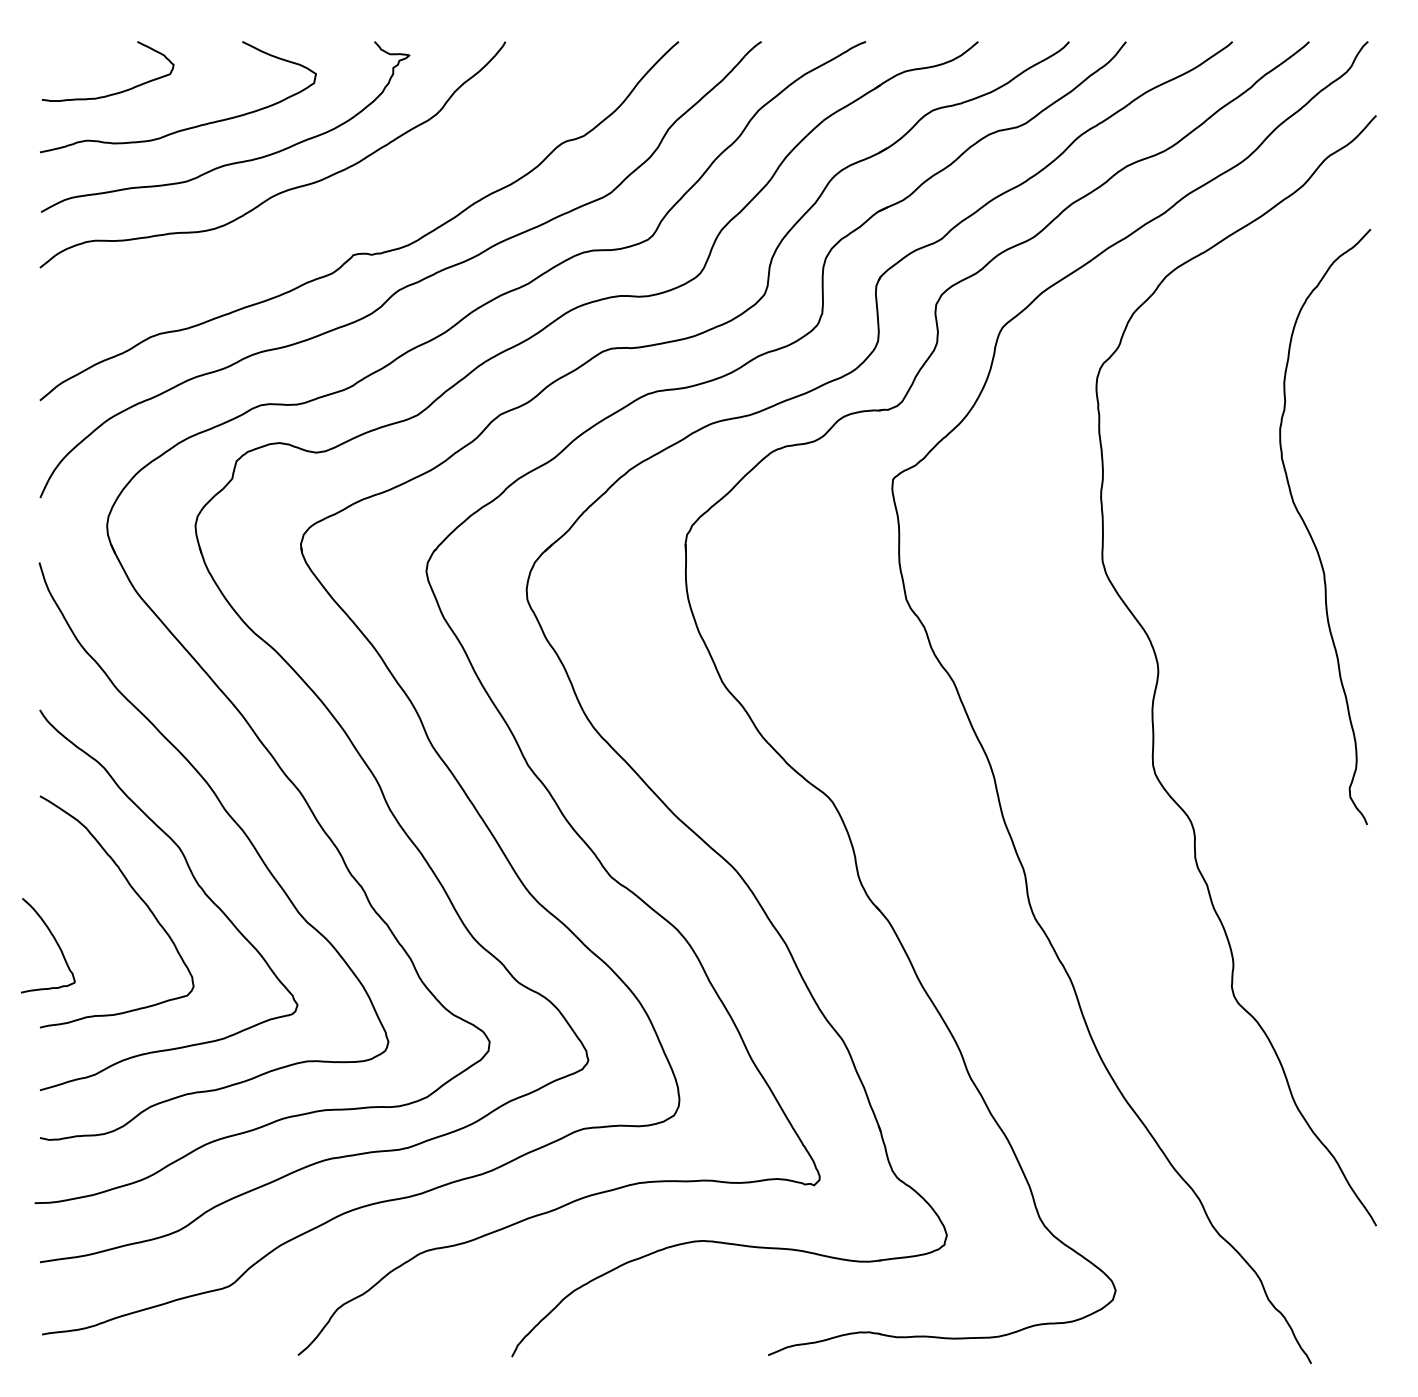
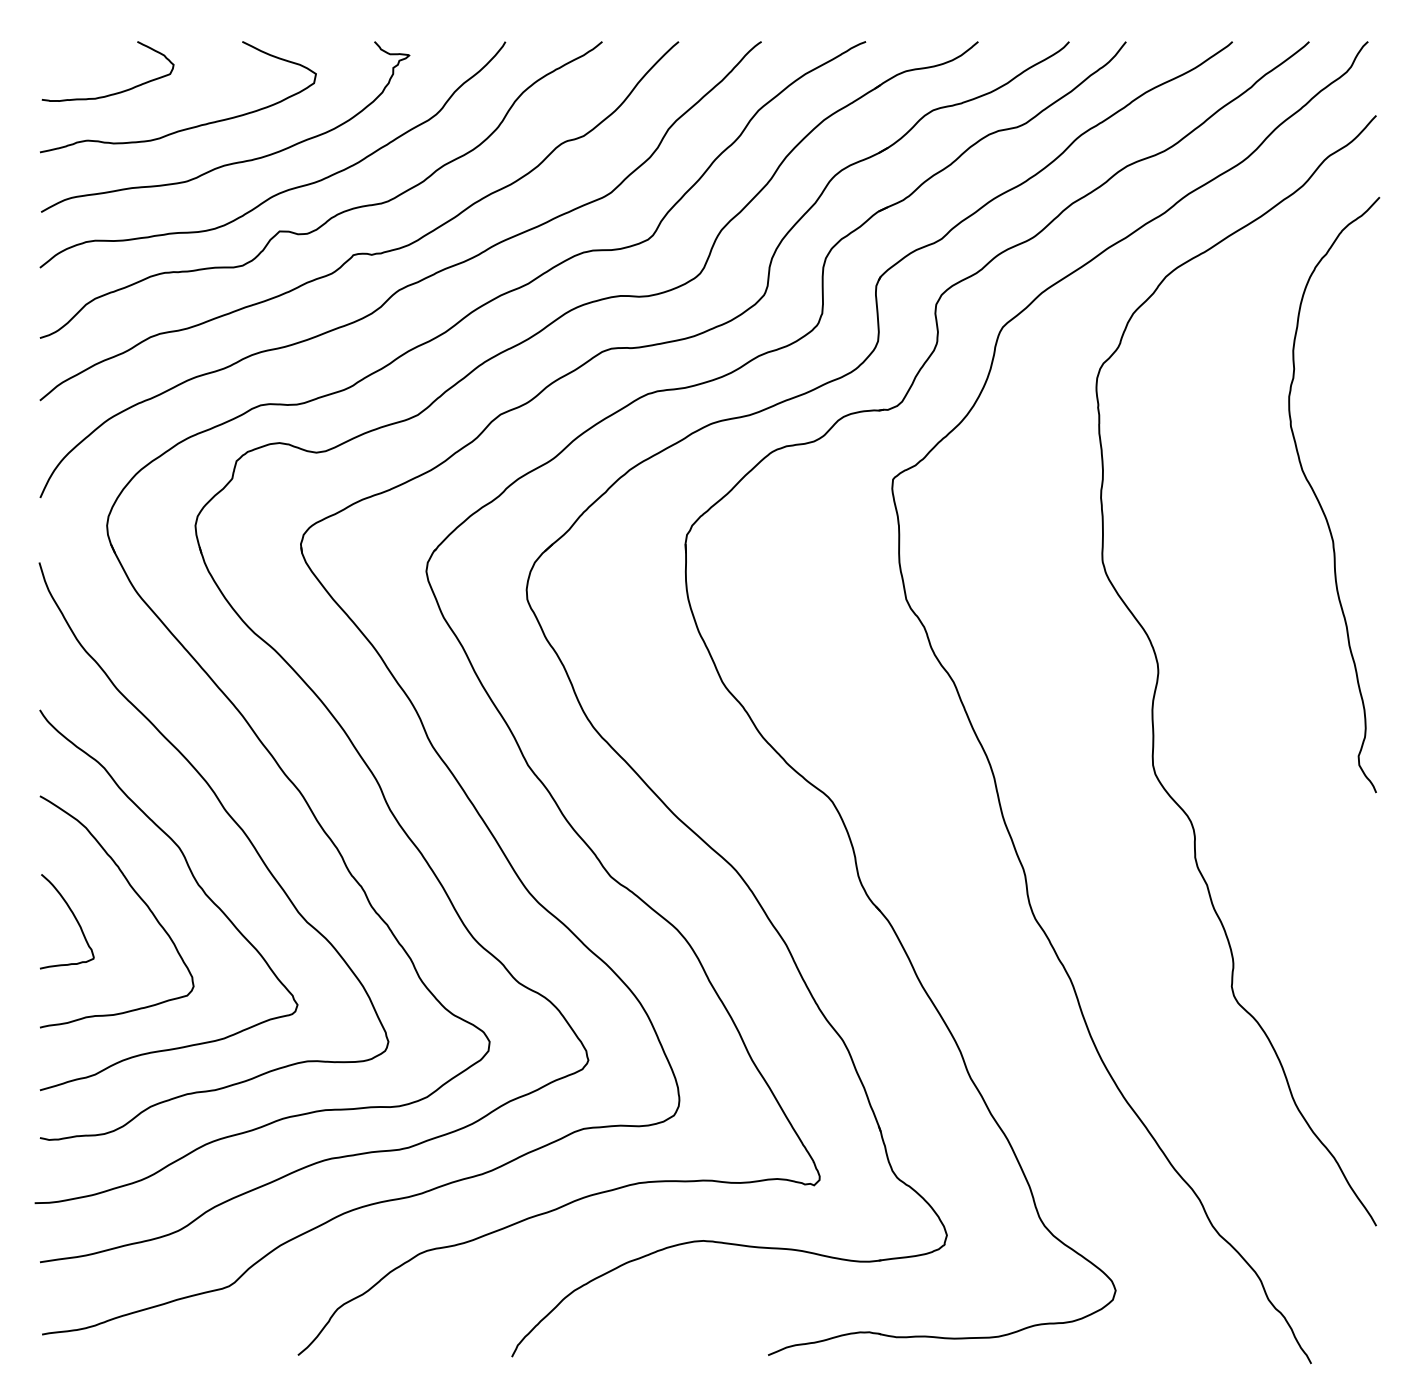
curve at (335, 214): none -> present
curve at (1310, 532) position: (1310, 532) -> (1319, 500)
curve at (55, 942) position: (55, 942) -> (74, 918)
